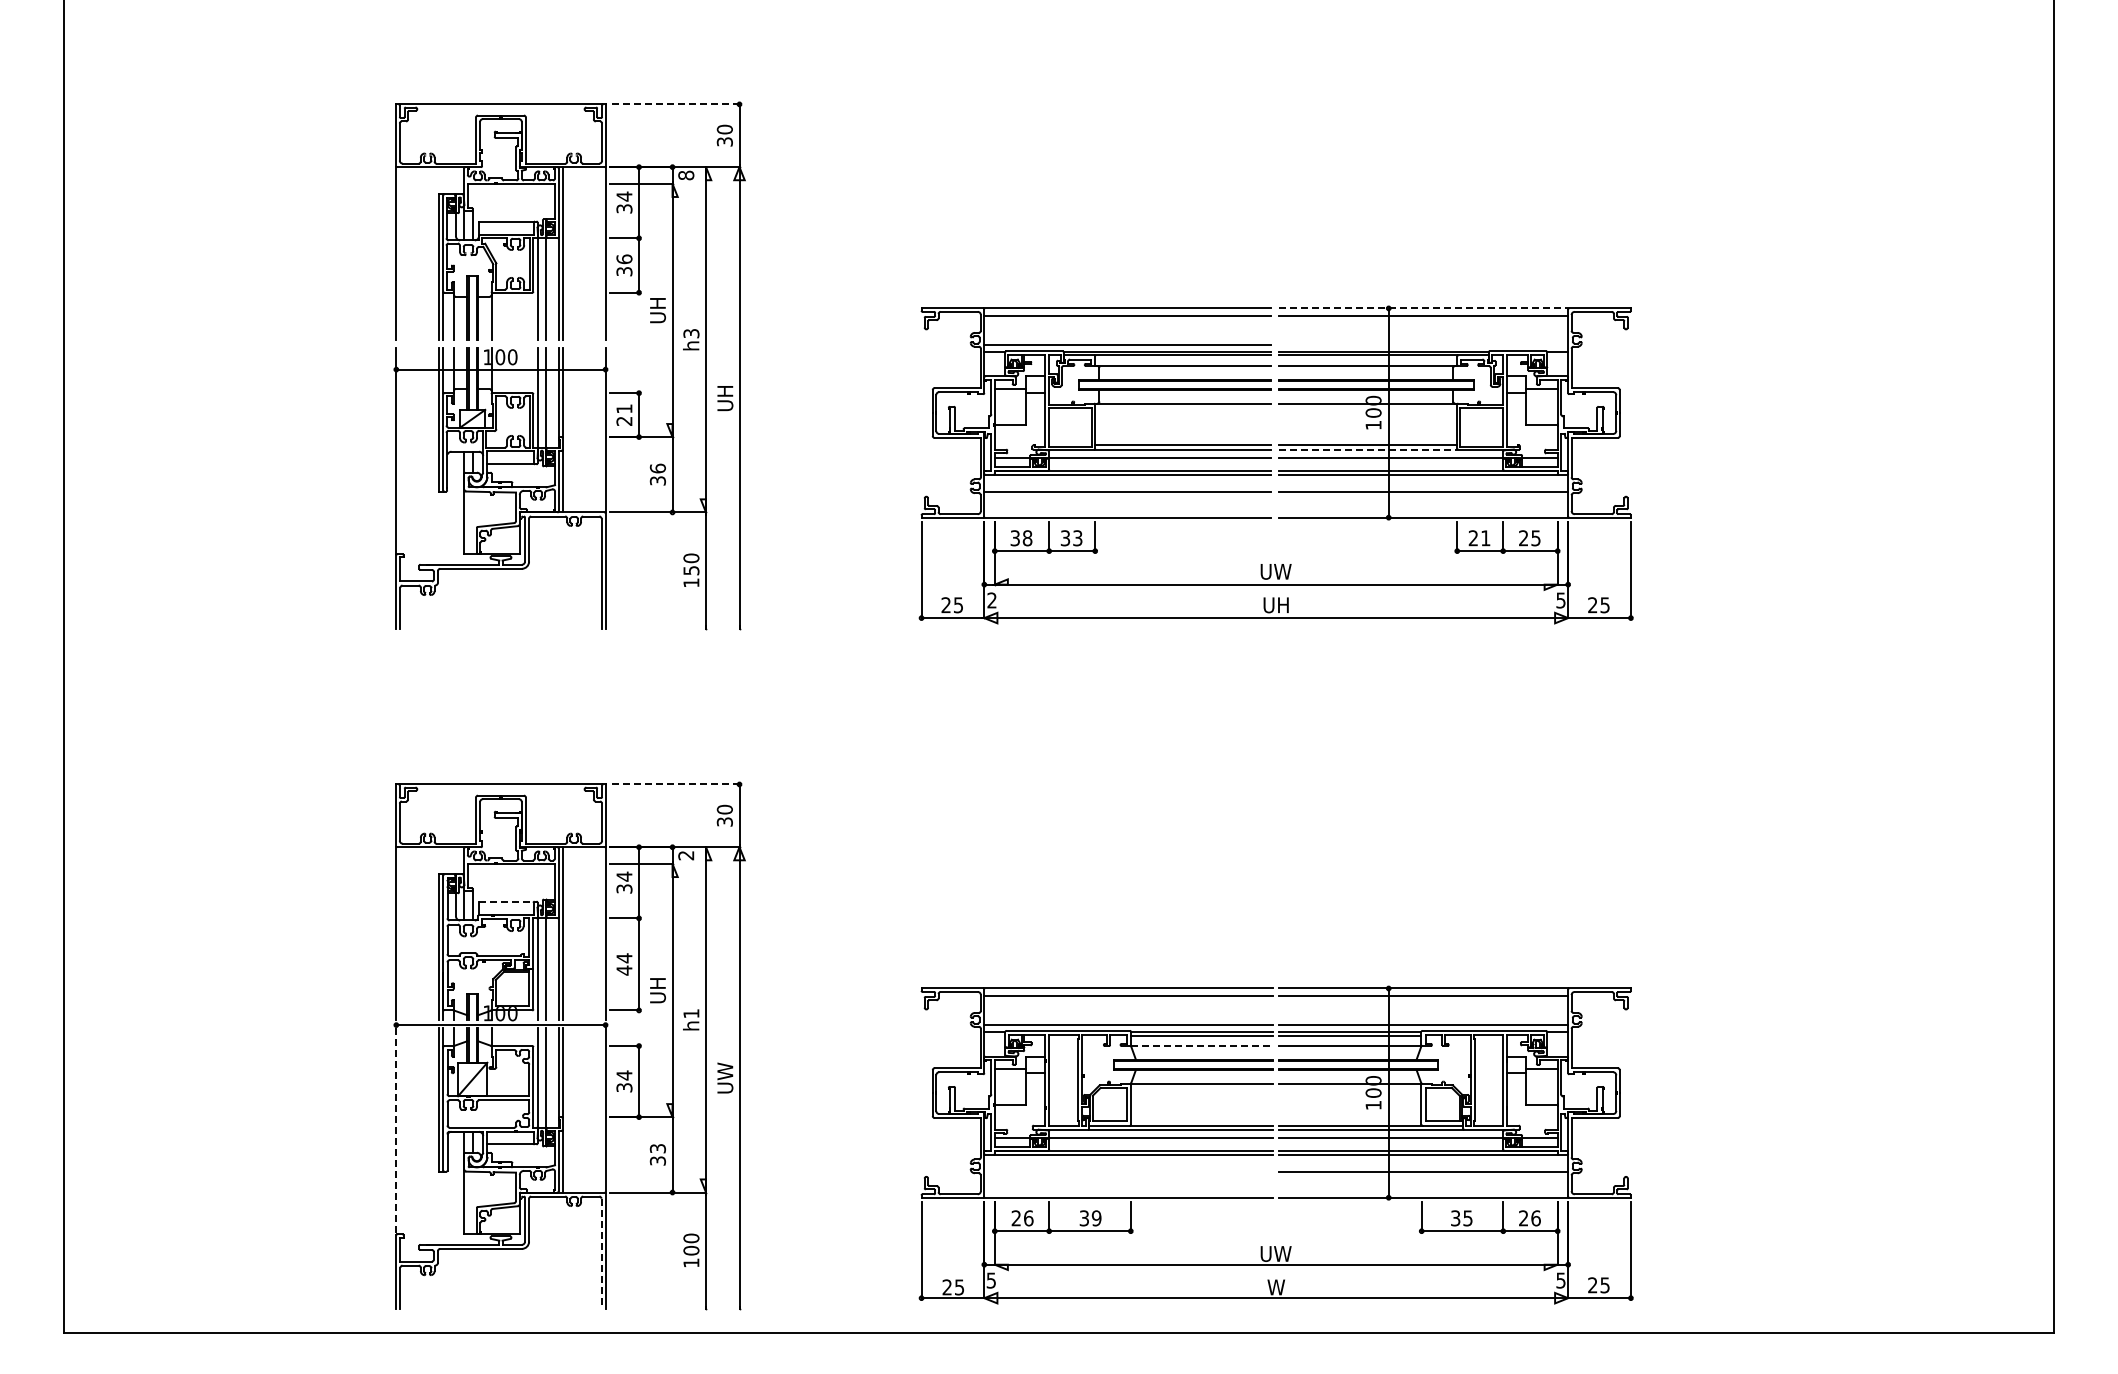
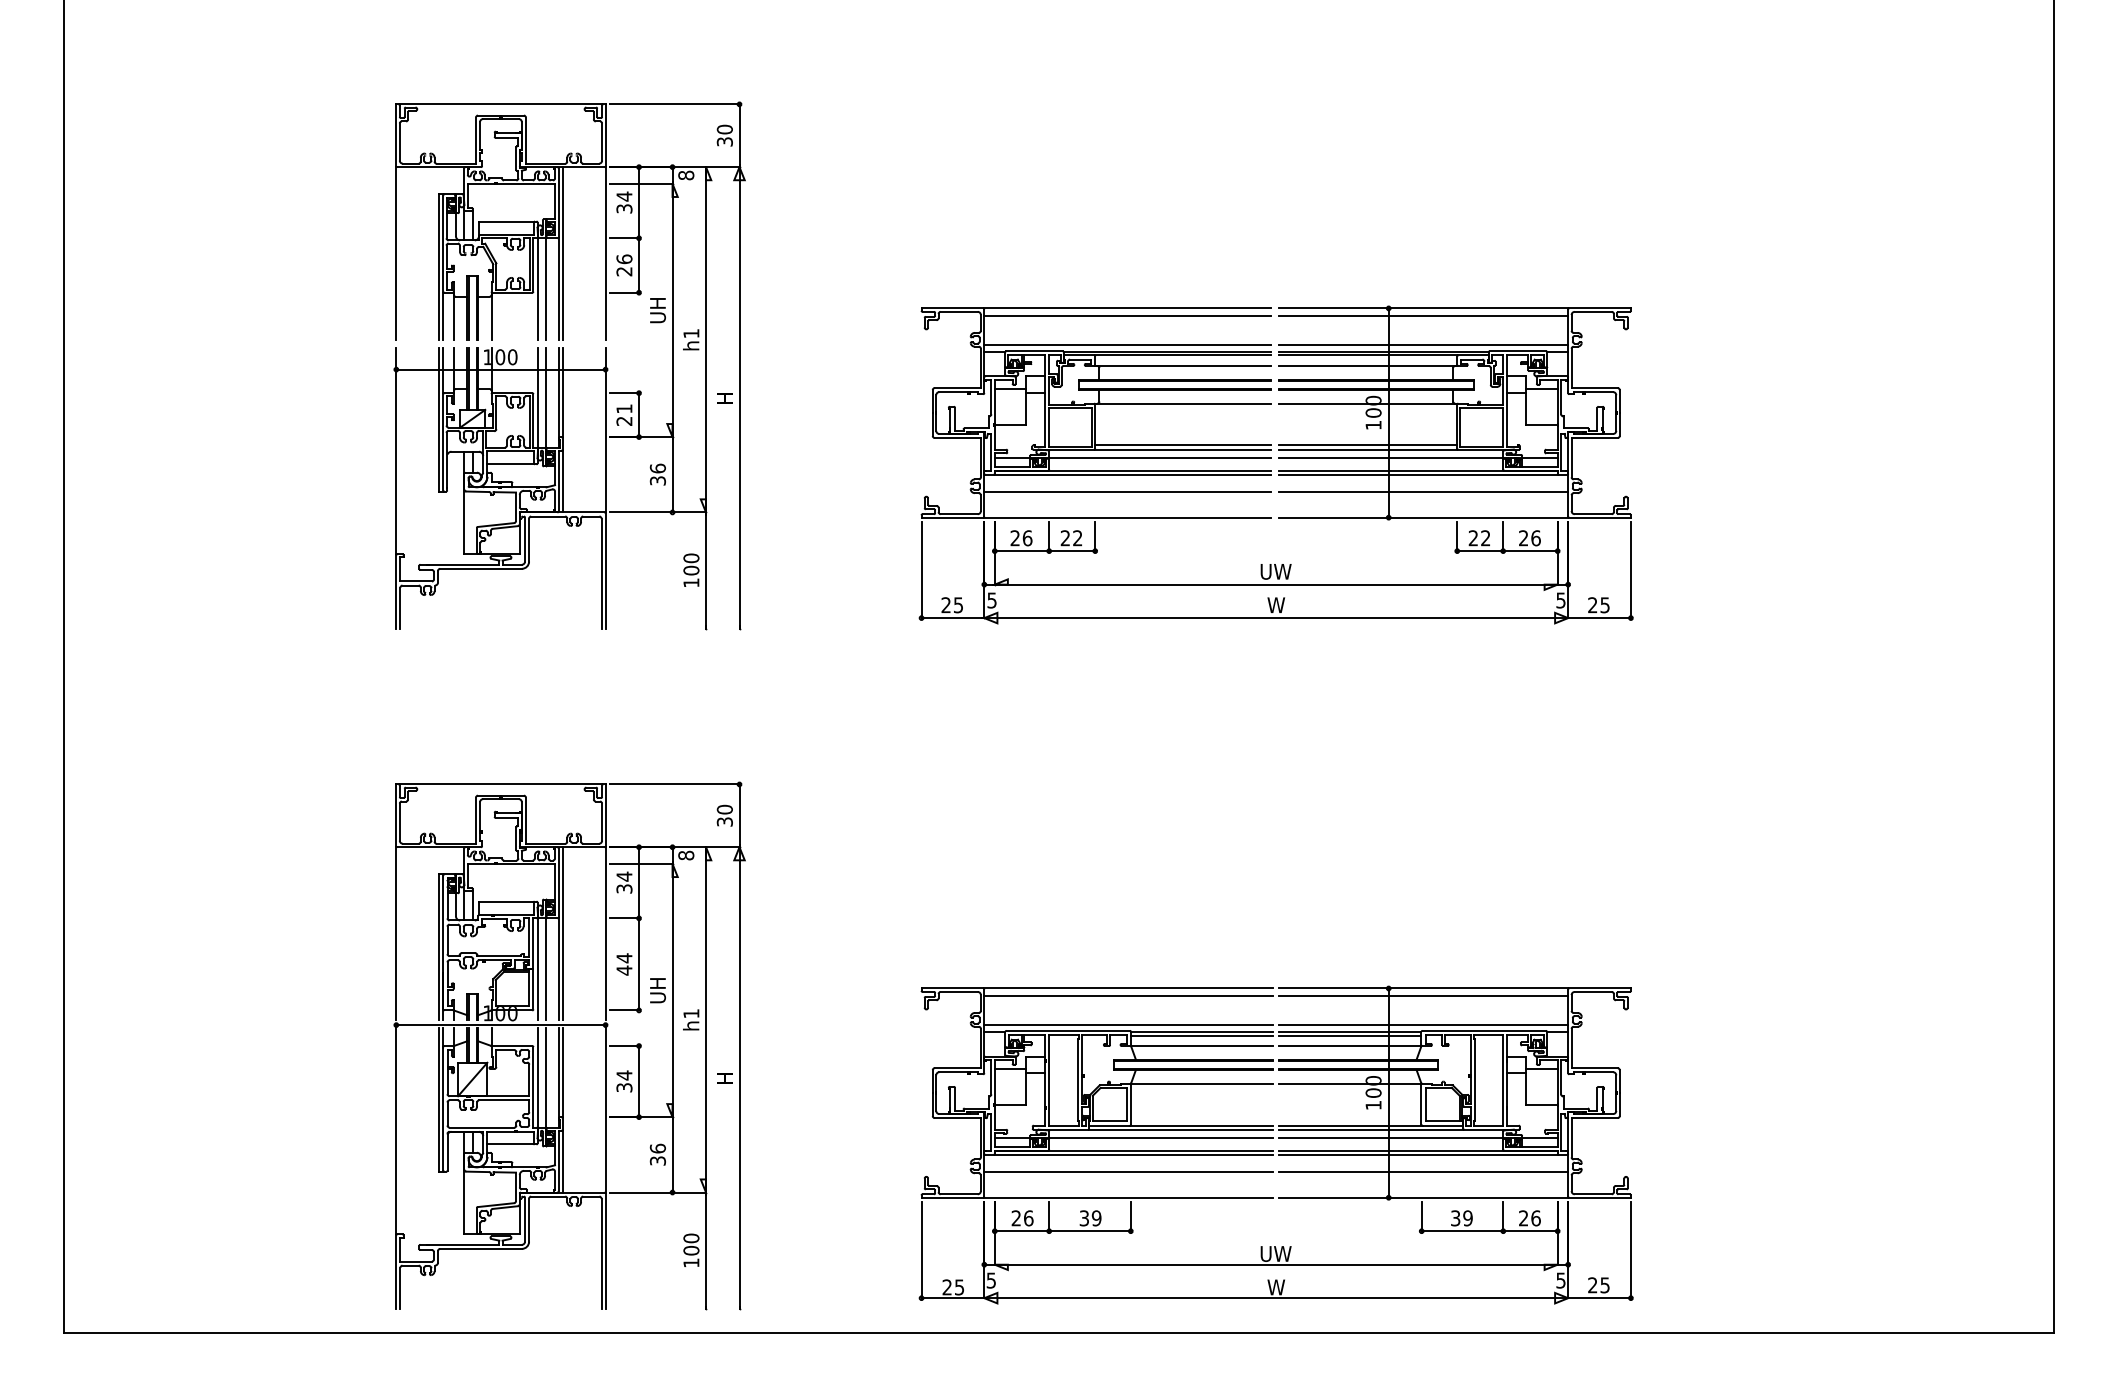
line at (674, 104): dashed -> solid
text at (624, 271): 36 -> 26
line at (1423, 308): dashed -> solid
text at (691, 333): h3 -> h1
line at (1423, 345): none -> present
text at (725, 398): UH -> H
line at (1368, 449): dashed -> solid
text at (1021, 538): 38 -> 26
text at (1071, 538): 33 -> 22
text at (1485, 538): 21 -> 22
text at (1535, 538): 25 -> 26
text at (691, 570): 150 -> 100
text at (991, 600): 2 -> 5
text at (1275, 605): UH -> W
line at (674, 784): dashed -> solid
text at (686, 855): 2 -> 8
line at (506, 901): dashed -> solid
line at (1202, 1046): dashed -> solid
text at (725, 1077): UW -> H
line at (396, 1131): dashed -> solid
text at (657, 1148): 33 -> 36
line at (1128, 1171): none -> present
text at (1467, 1218): 35 -> 39
line at (601, 1253): dashed -> solid
